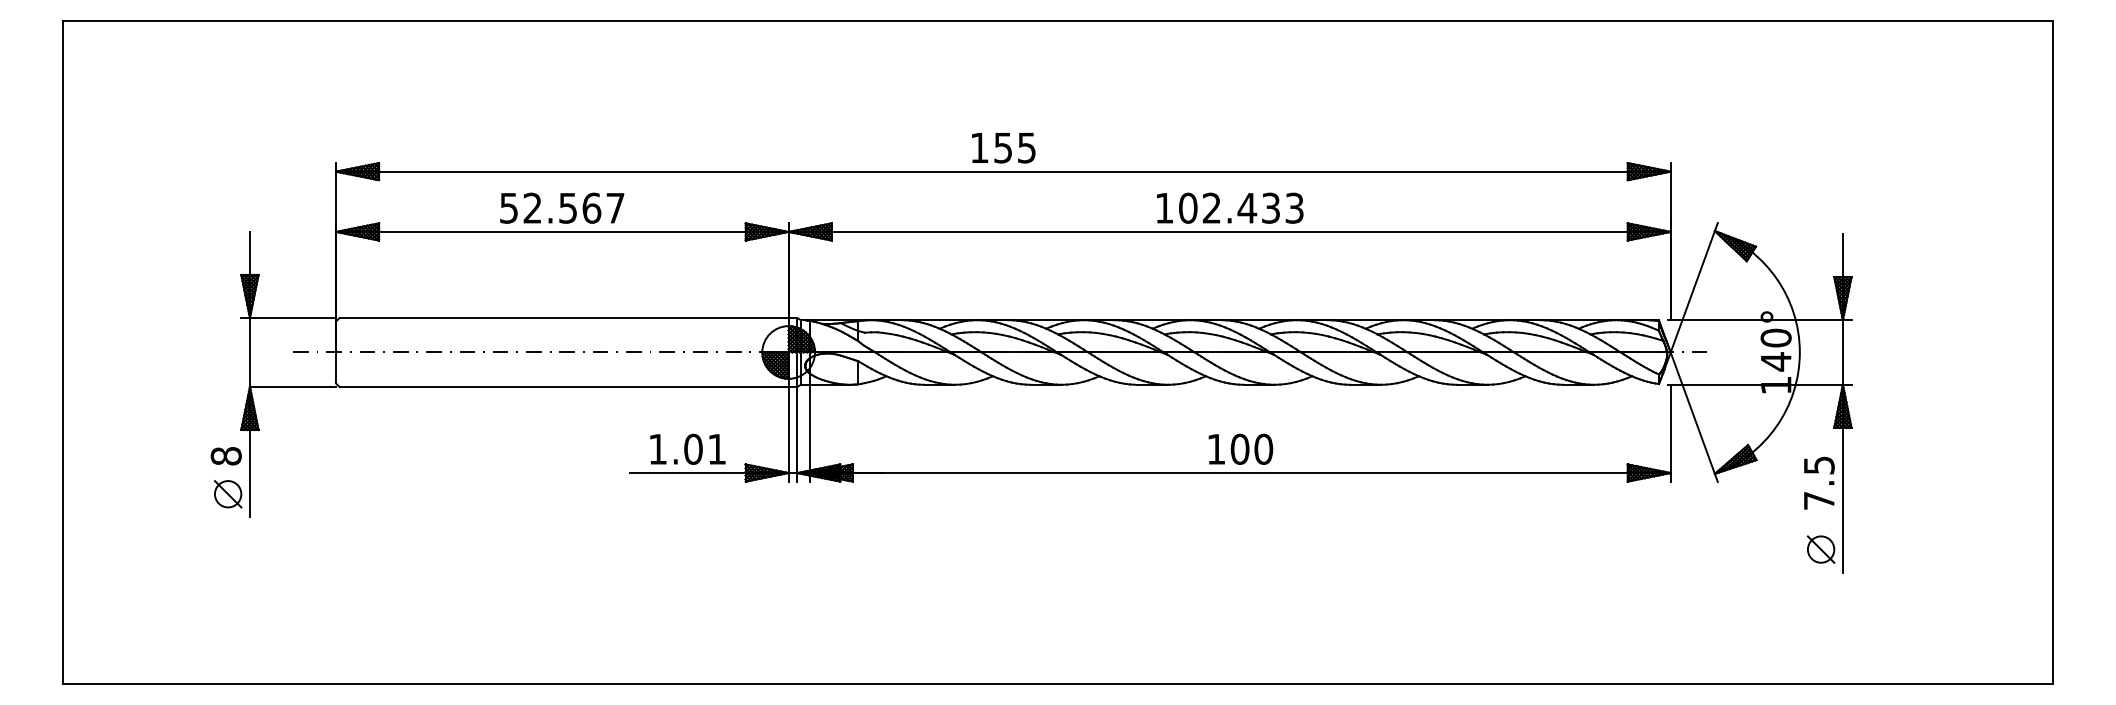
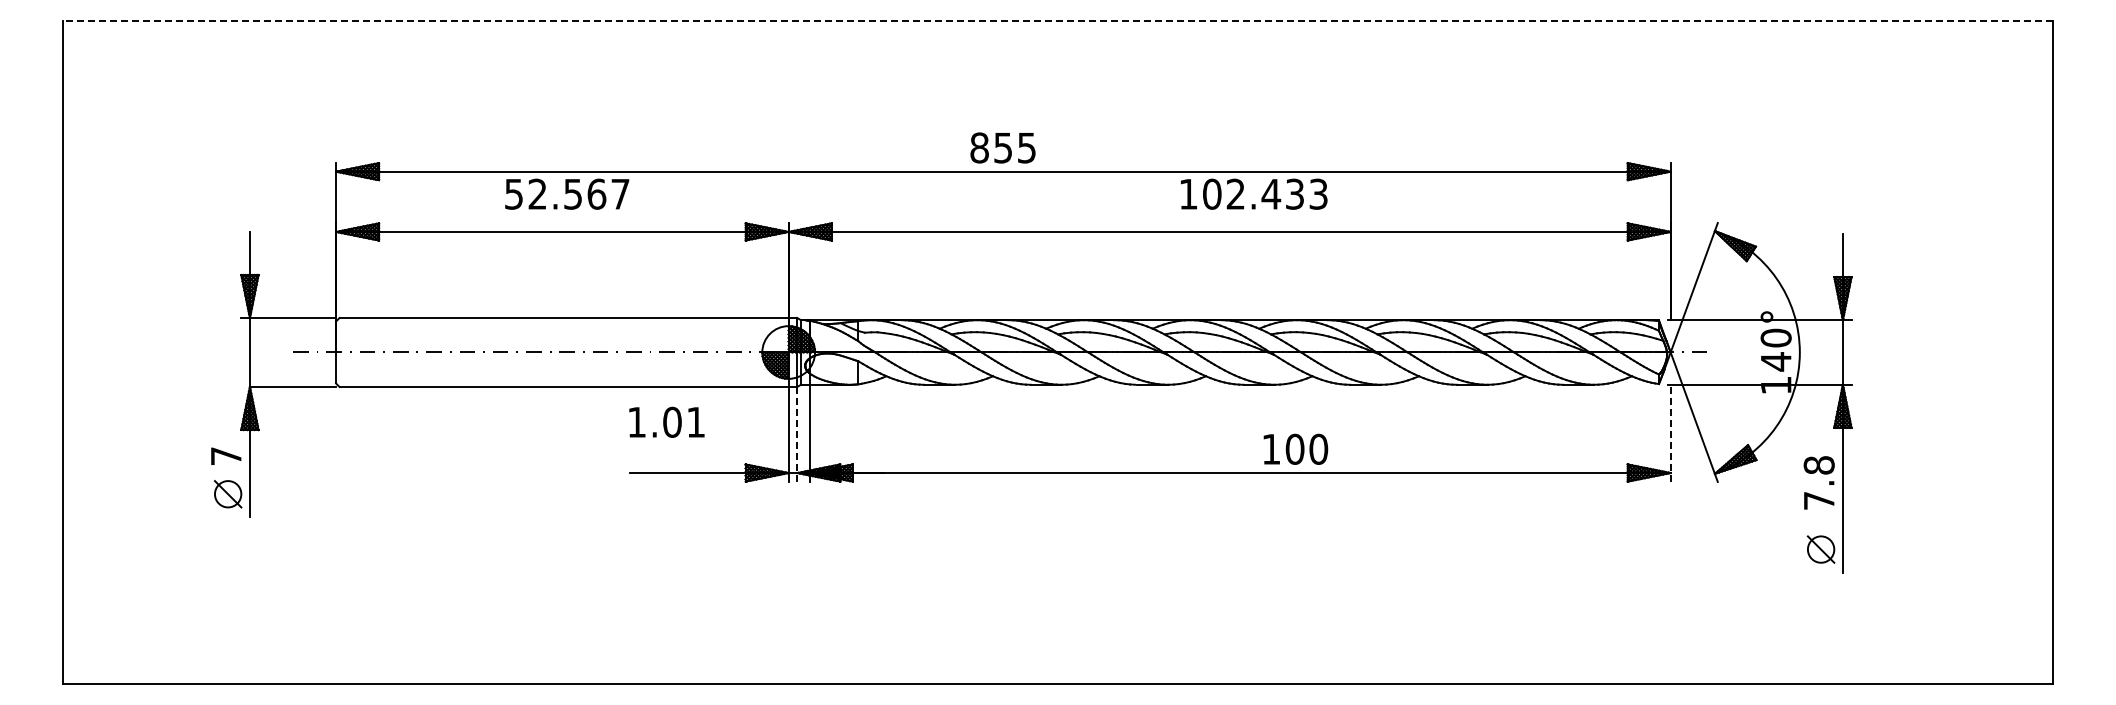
line at (1057, 20): solid -> dashed
text at (979, 147): 155 -> 855
text at (562, 207) position: (562, 207) -> (567, 193)
text at (1230, 207) position: (1230, 207) -> (1254, 193)
line at (1670, 432): solid -> dashed
line at (797, 433): solid -> dashed
text at (687, 448) position: (687, 448) -> (666, 421)
text at (1240, 448) position: (1240, 448) -> (1295, 448)
text at (225, 456): 8 -> 7
text at (1818, 465): 7.5 -> 7.8
